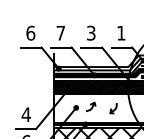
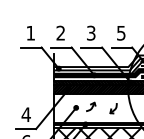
text at (30, 32): 6 -> 1
text at (60, 32): 7 -> 2
text at (121, 33): 1 -> 5
